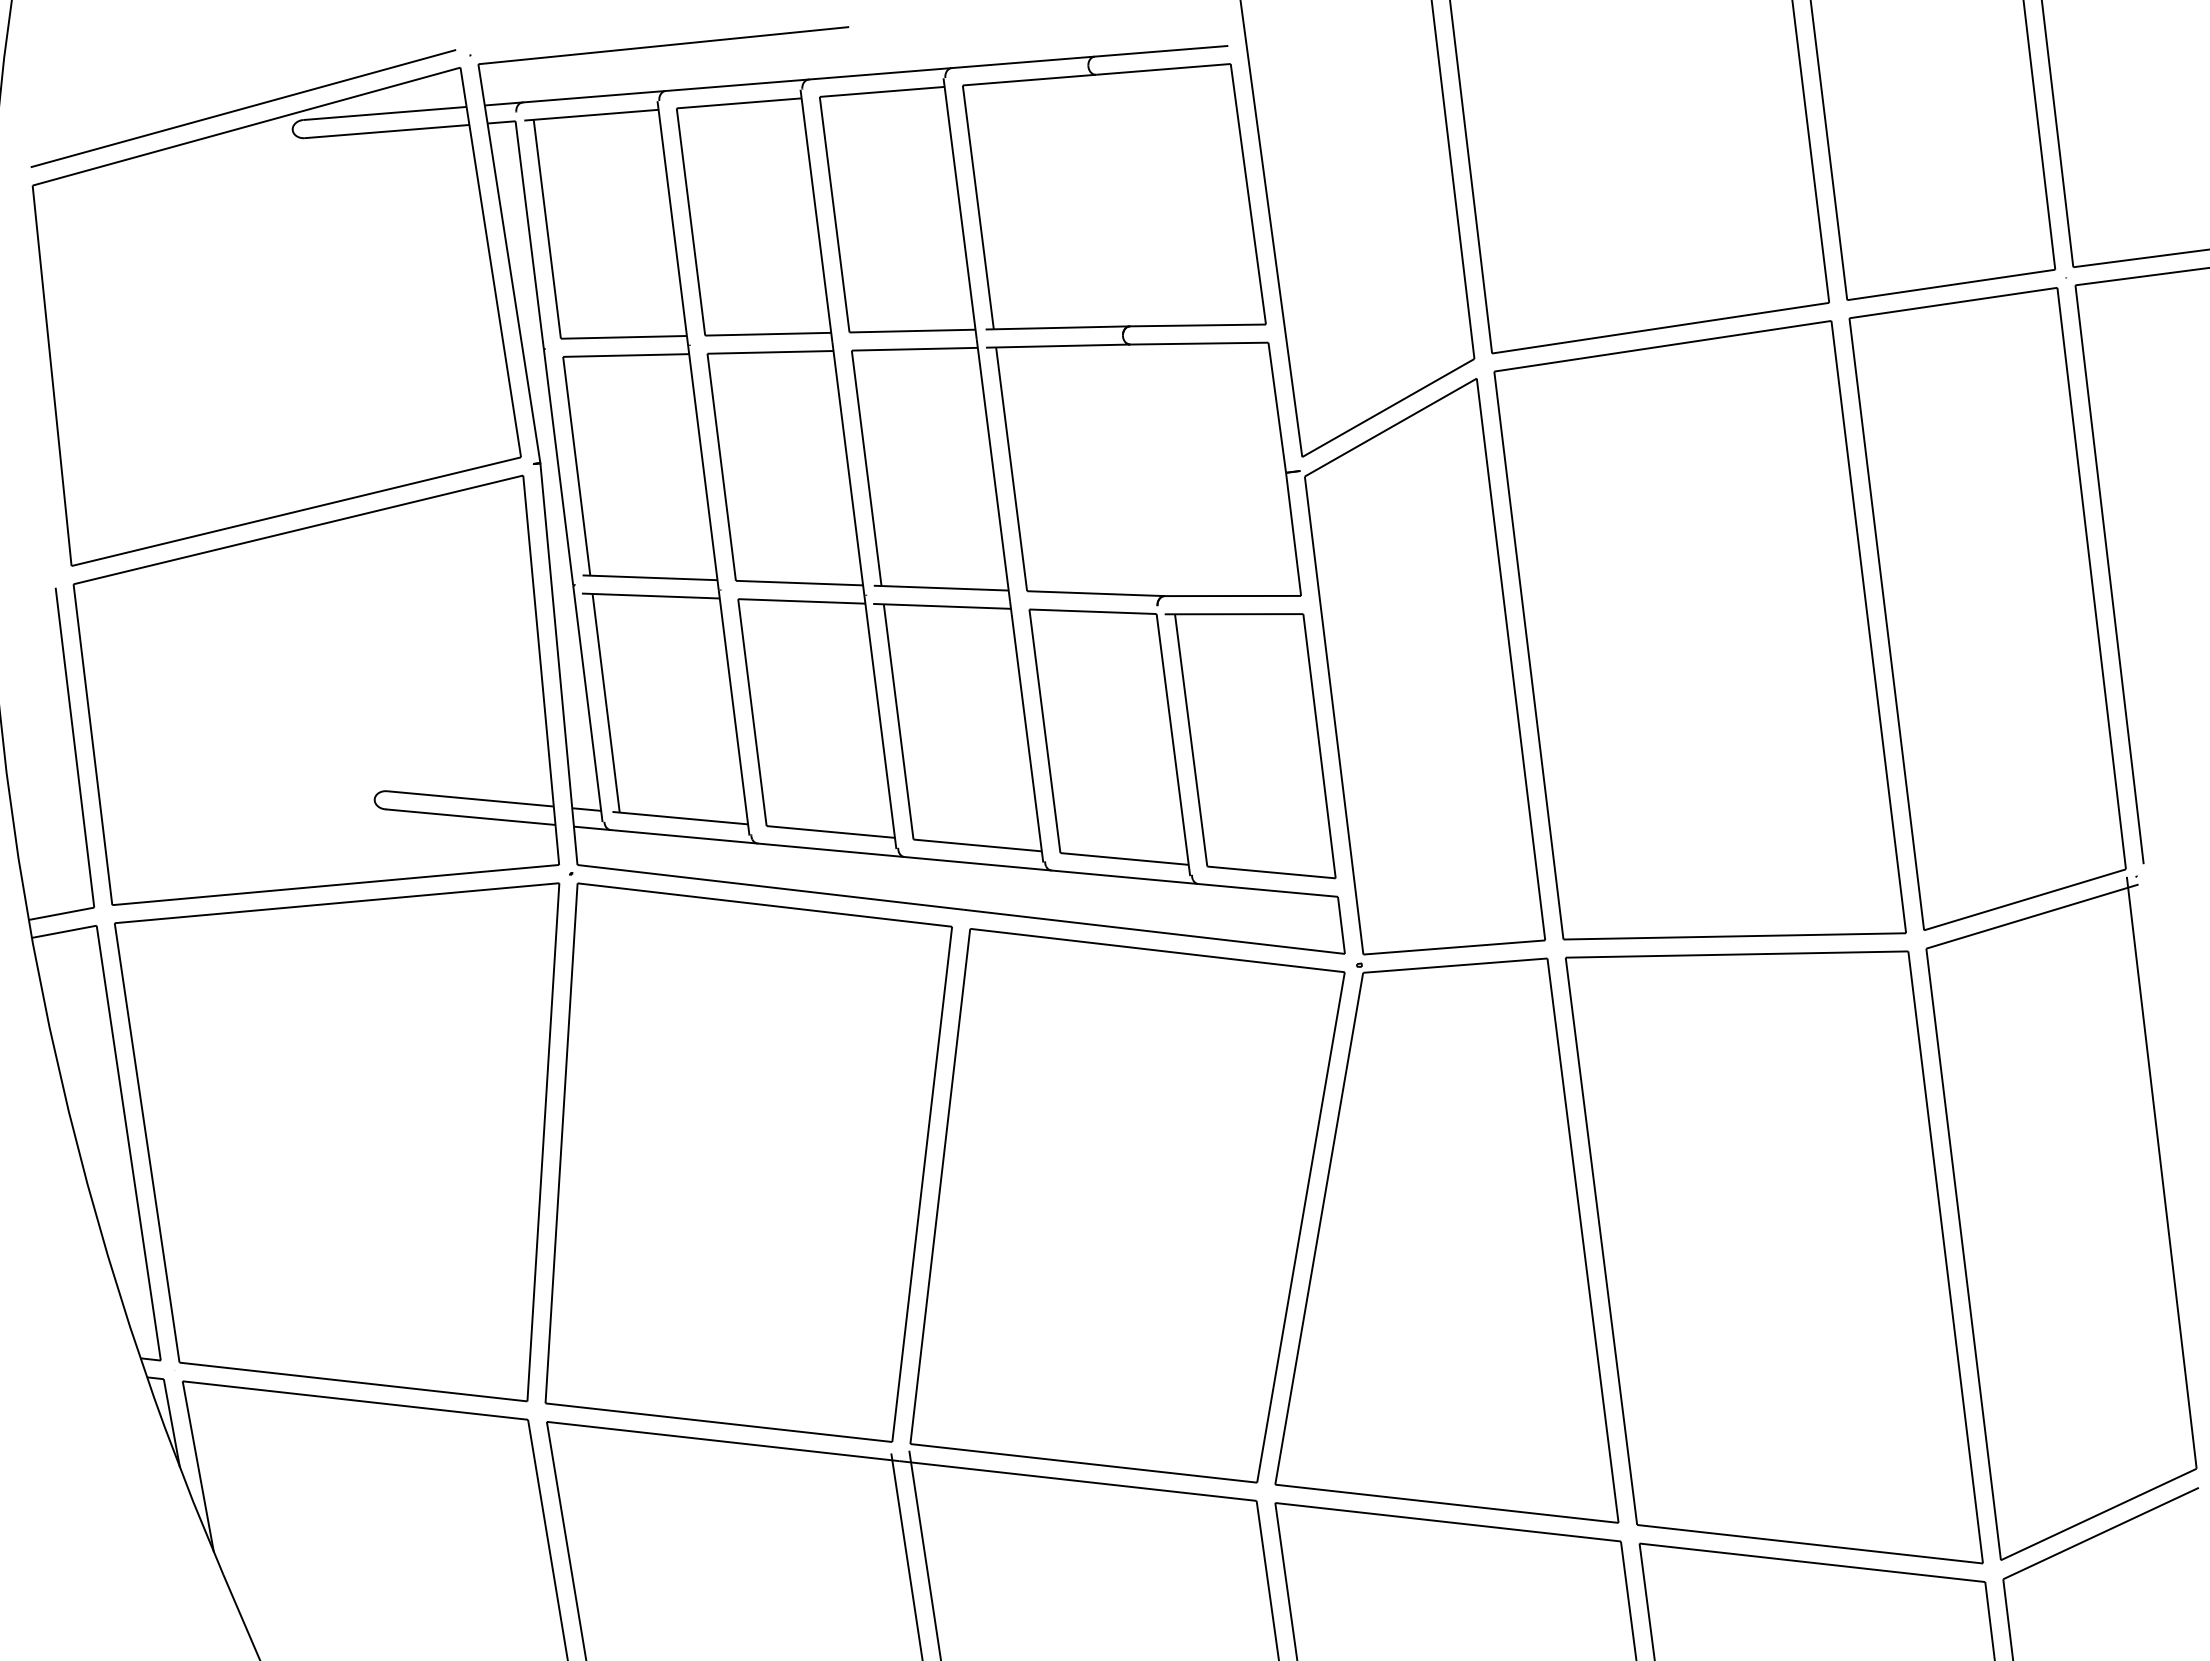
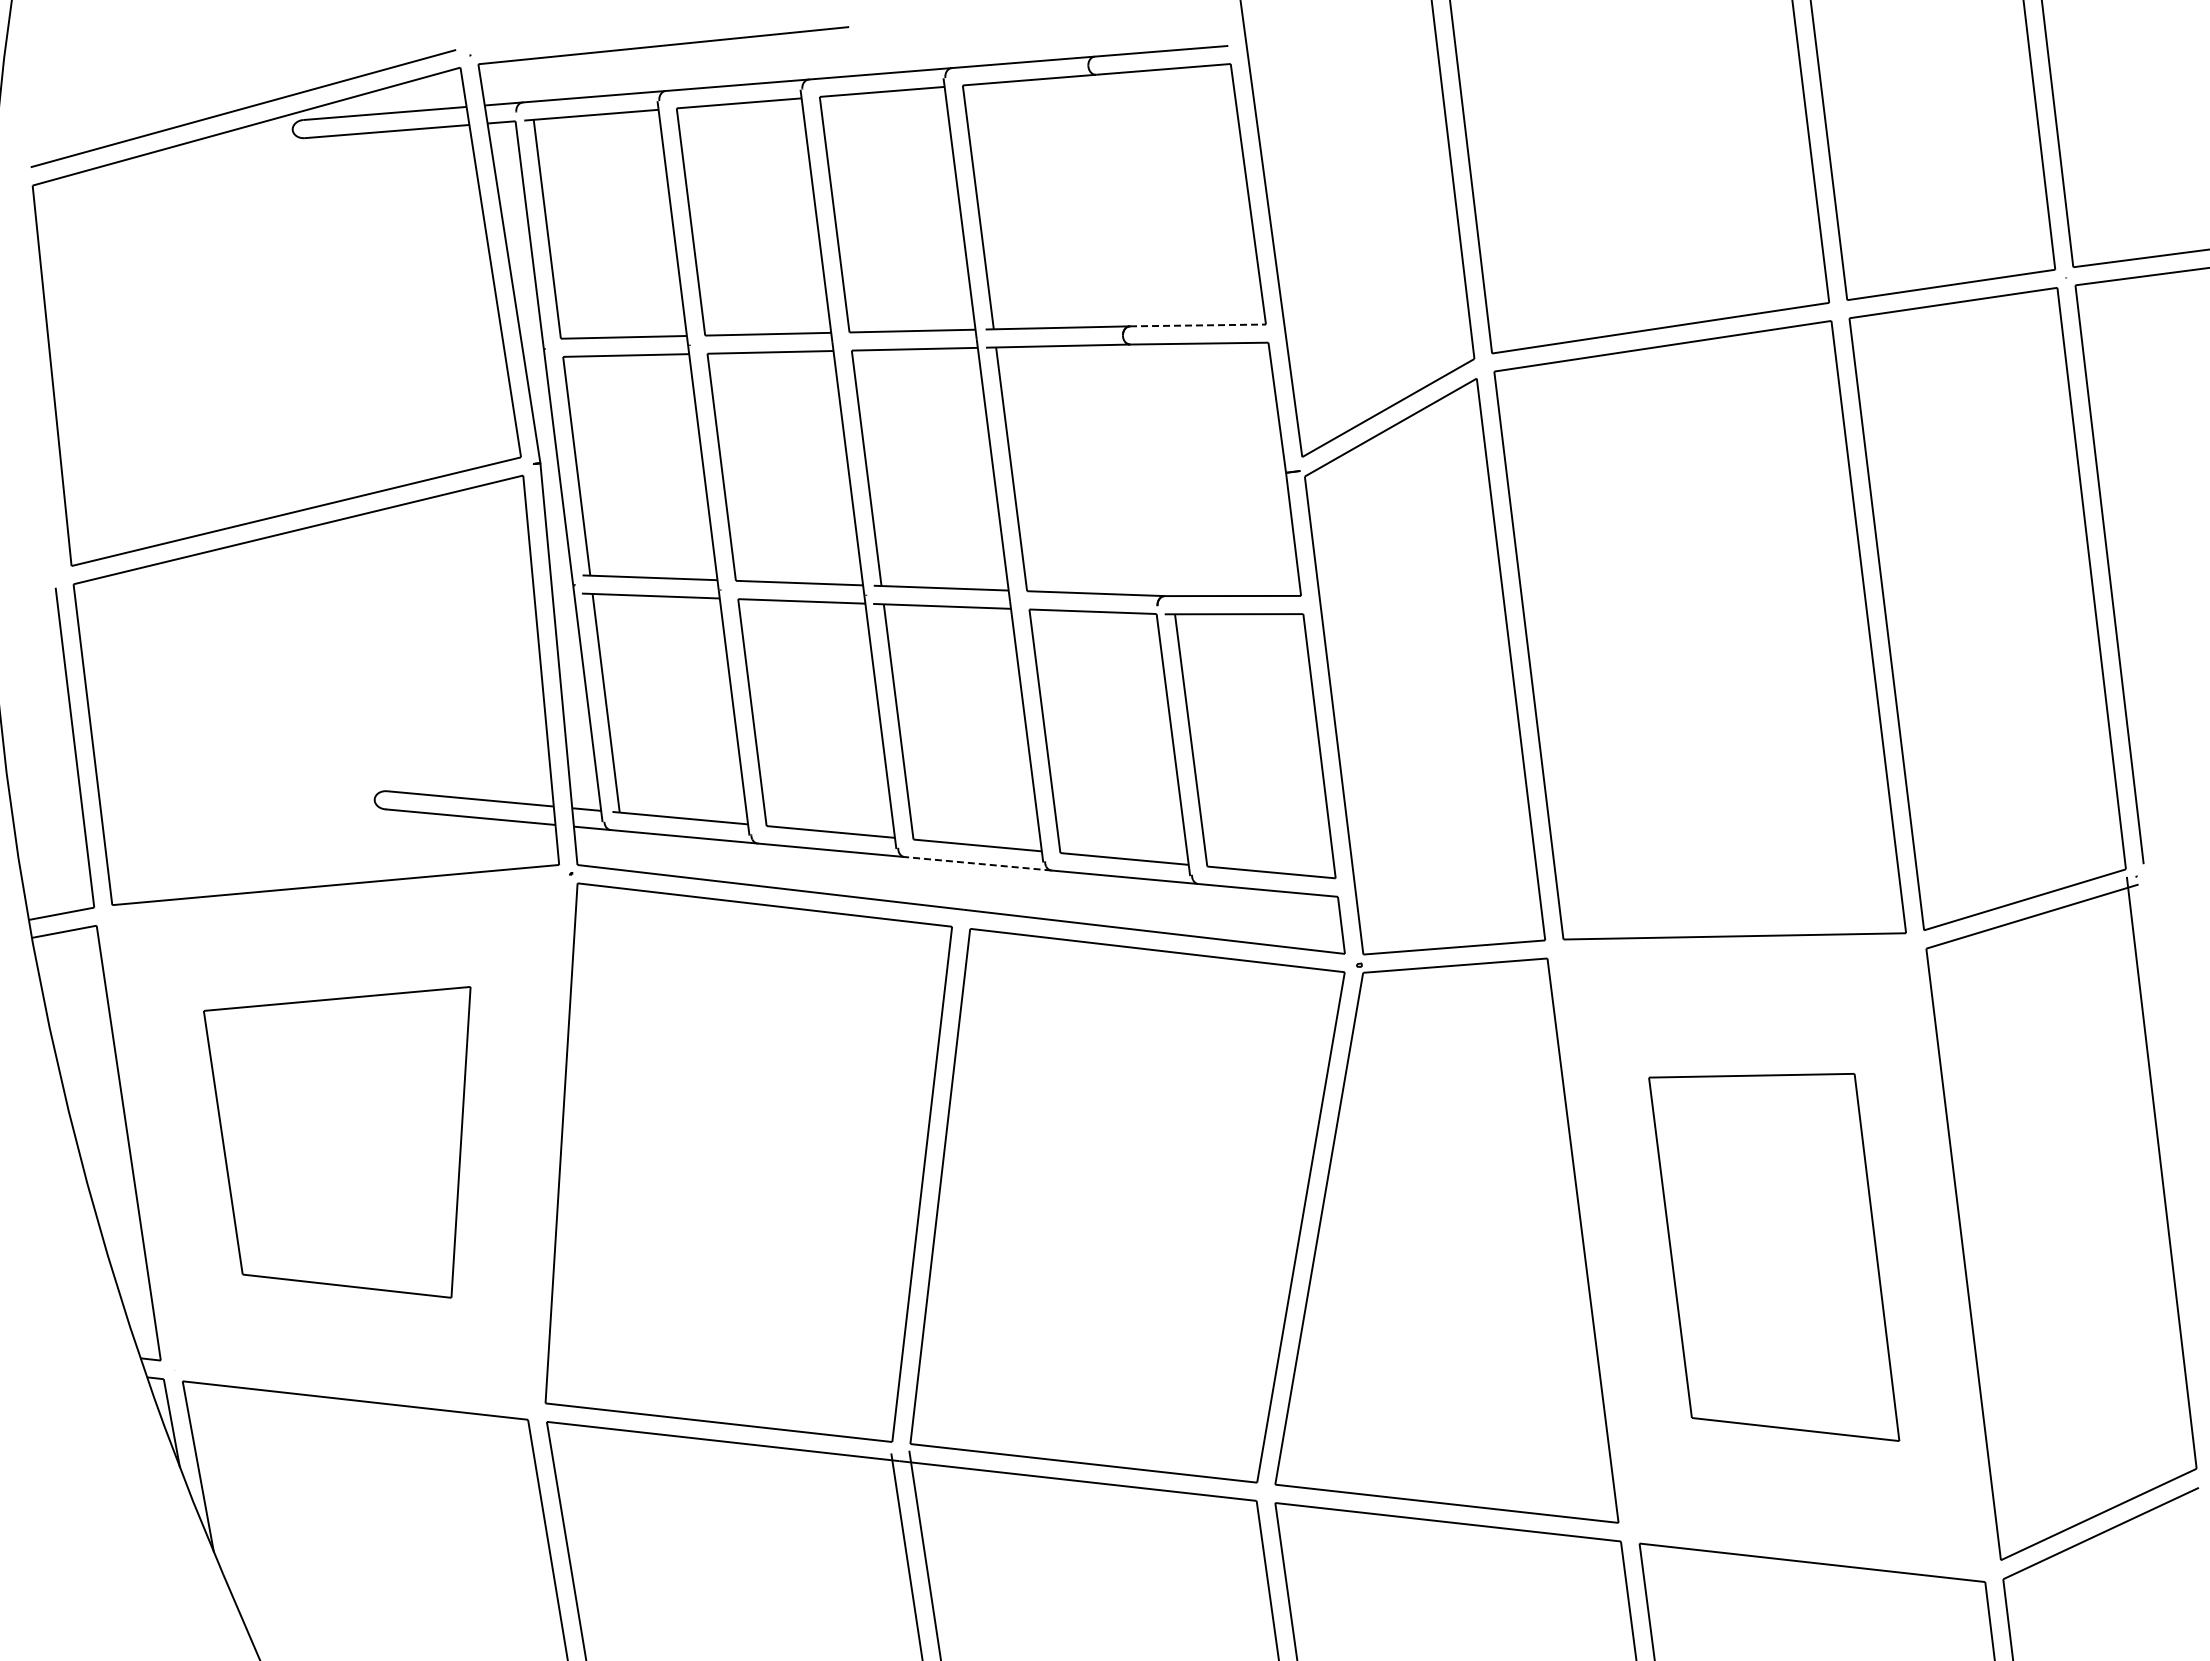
line at (1198, 325): solid -> dashed
line at (978, 863): solid -> dashed
part at (337, 1142) size: 447x521 px -> 269x313 px
part at (1773, 1257) size: 420x615 px -> 253x369 px
